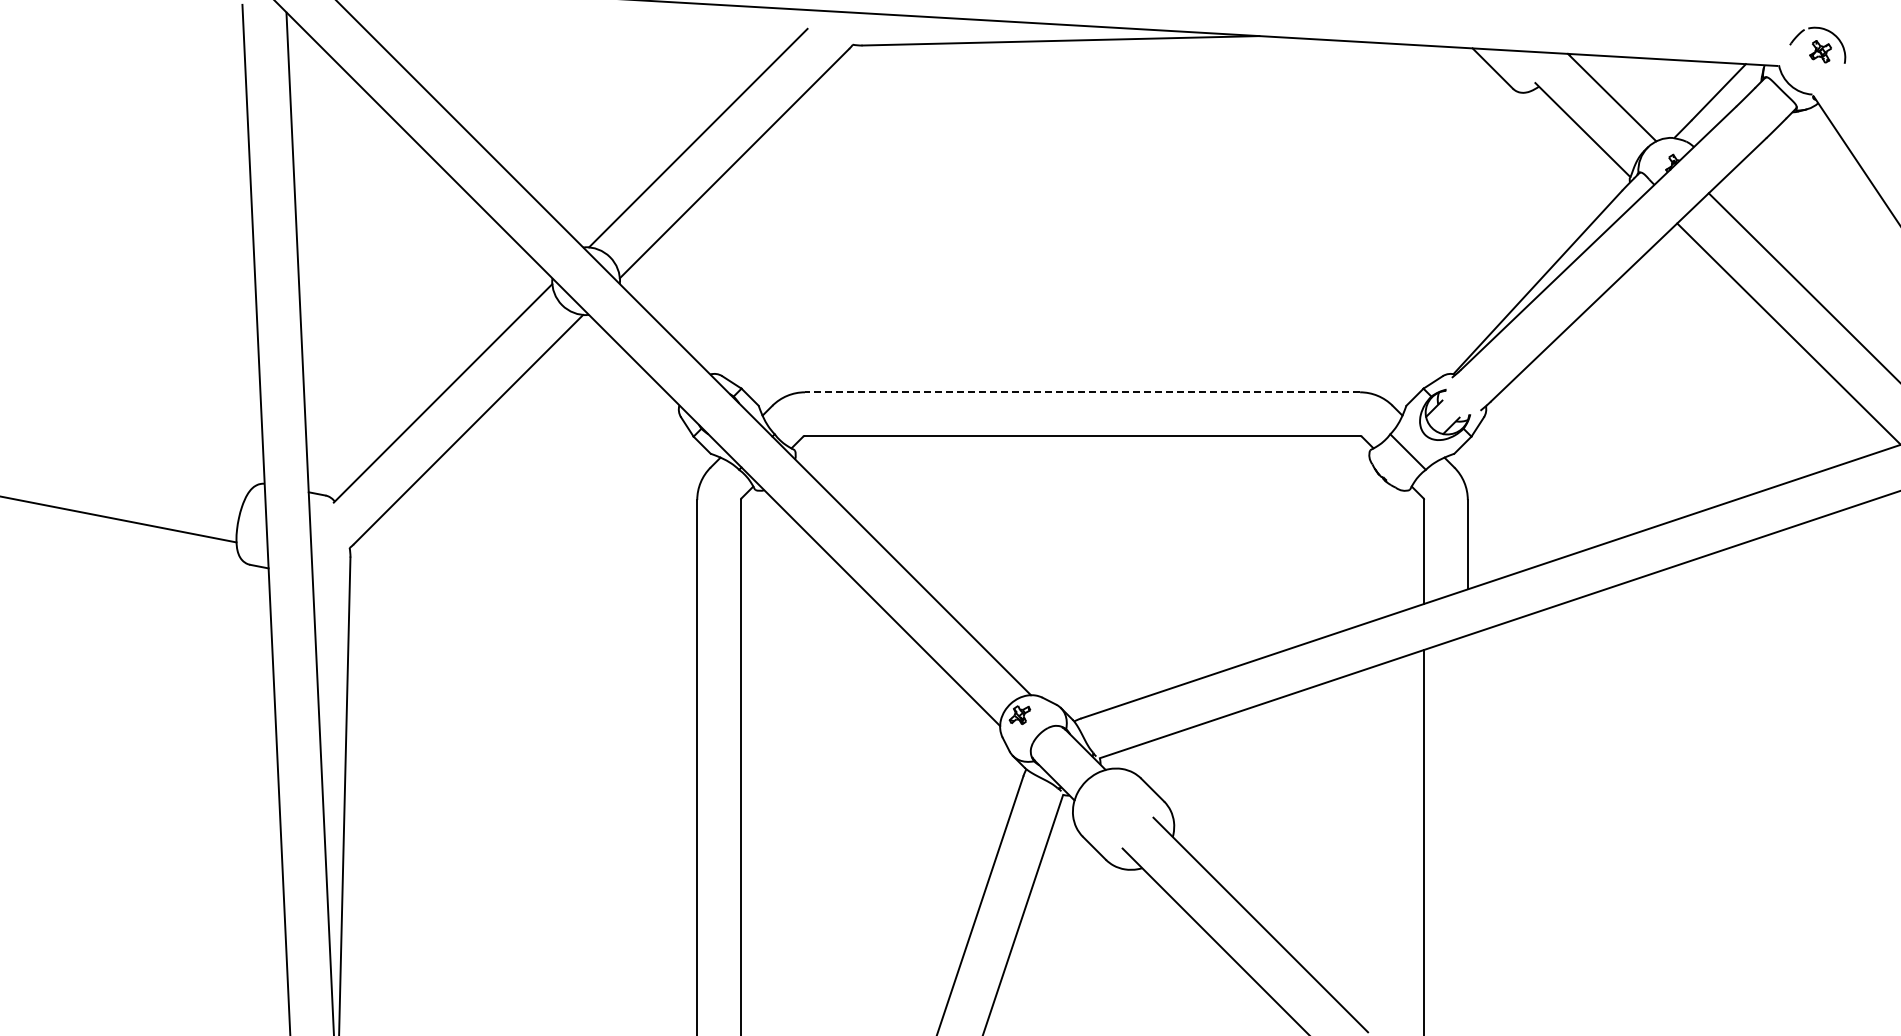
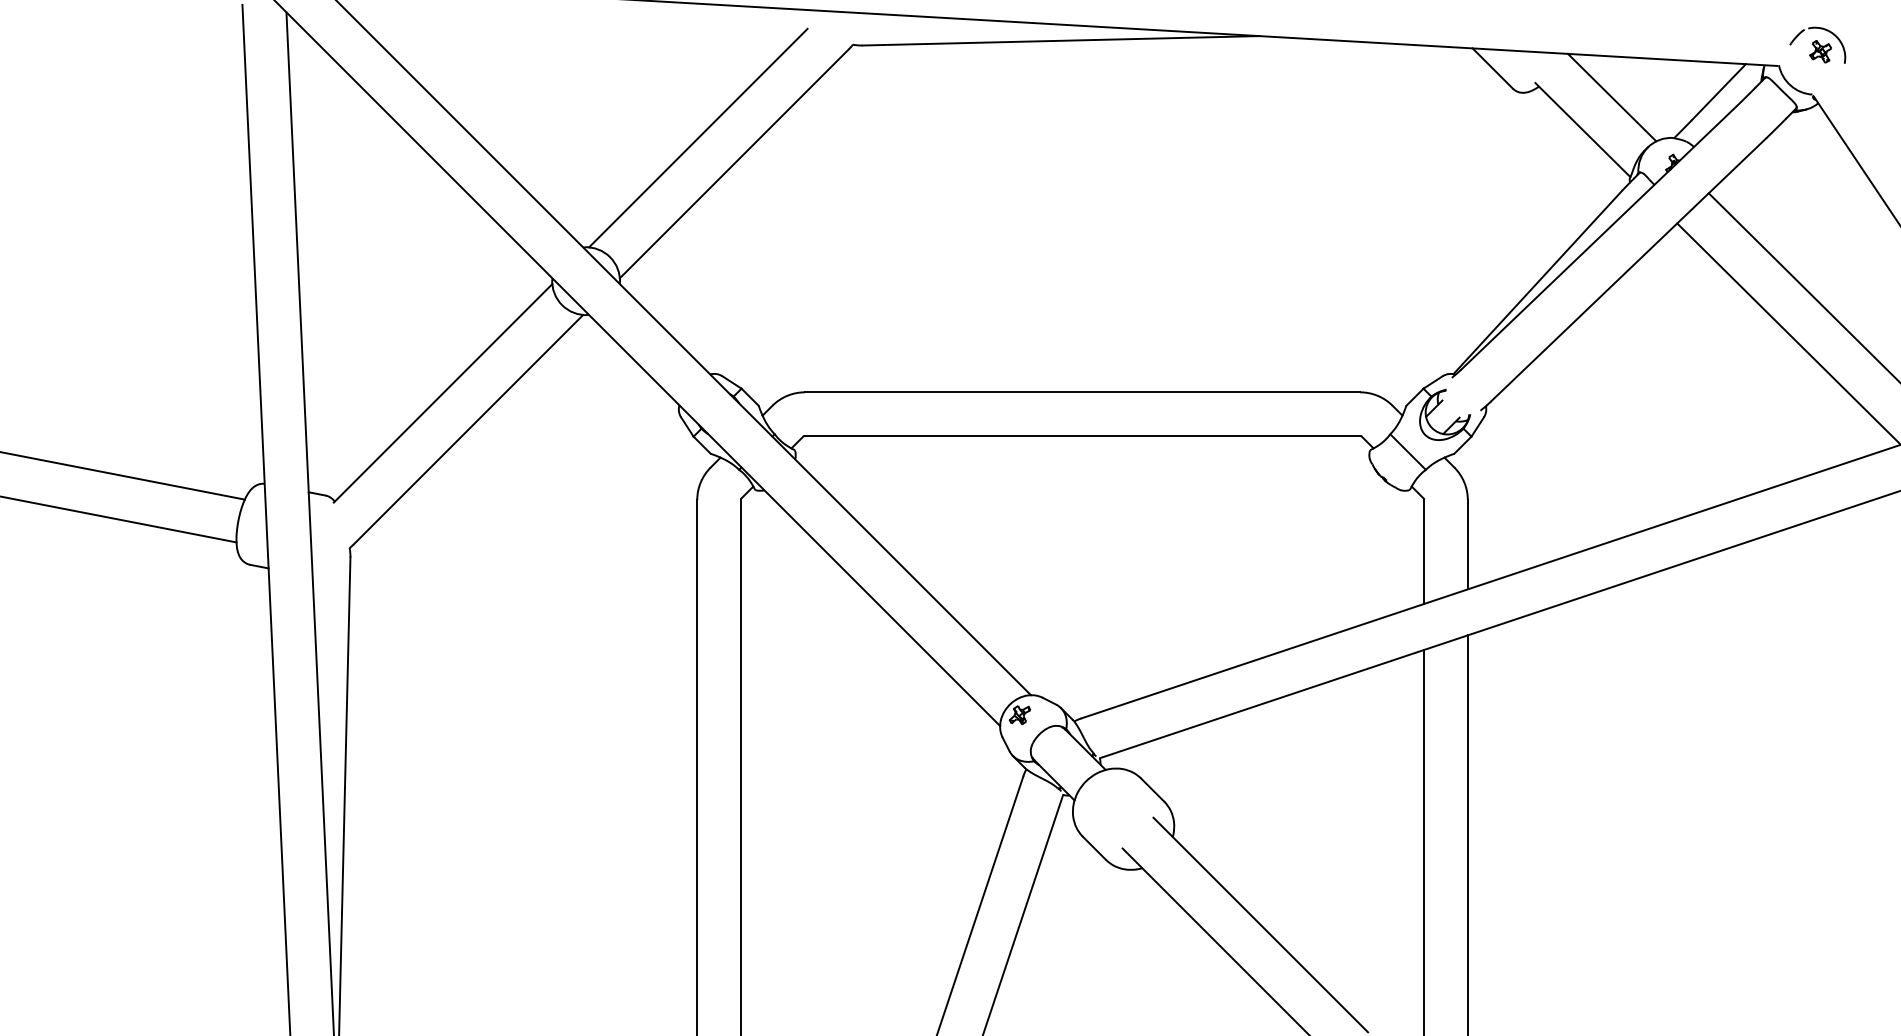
line at (1082, 392): dashed -> solid
line at (123, 475): none -> present
line at (1467, 833): none -> present
